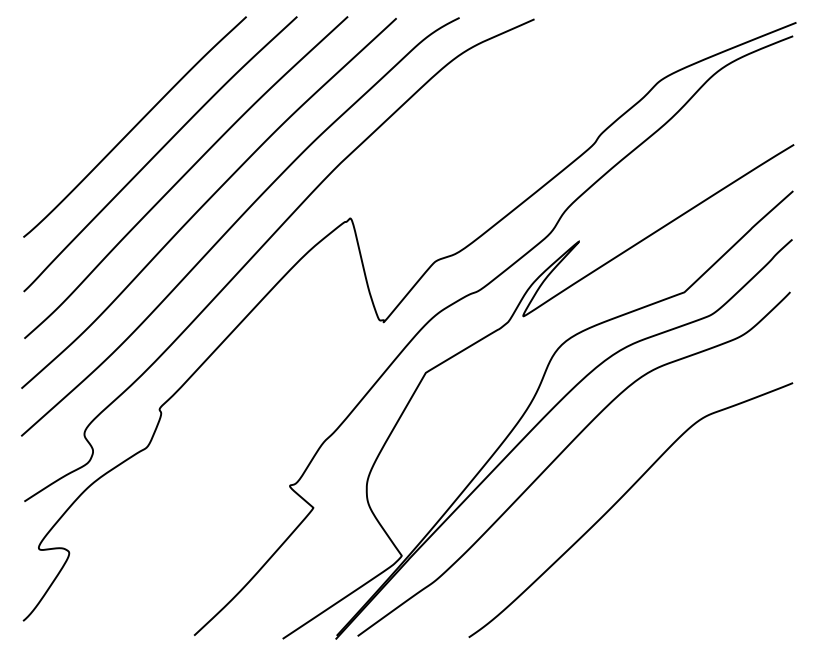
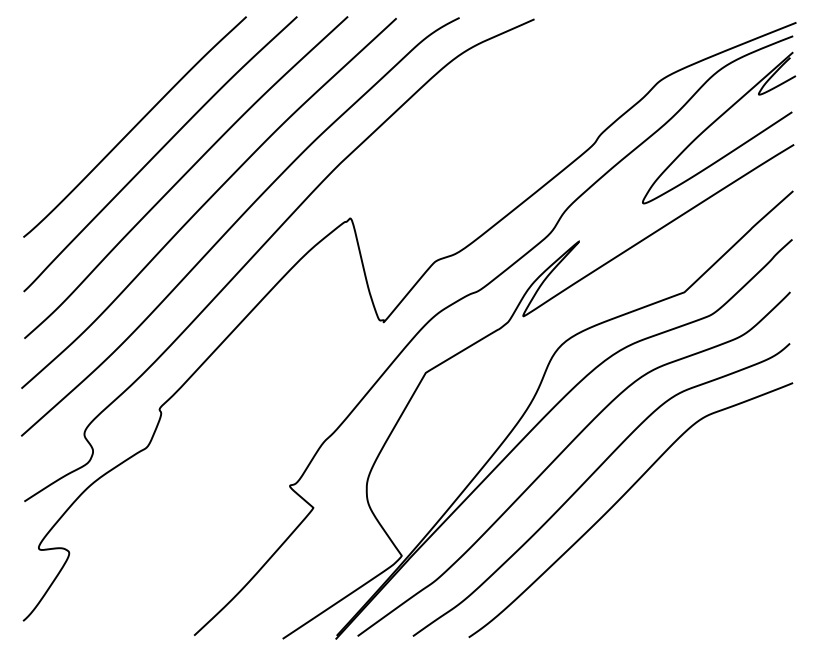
part at (715, 122): none -> present
curve at (590, 477): none -> present
